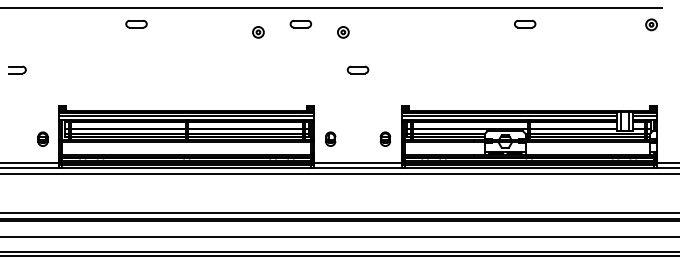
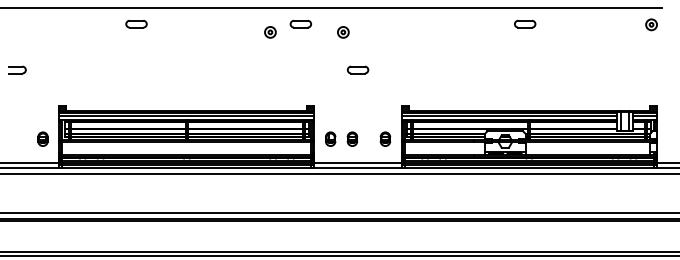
part at (258, 32) position: (258, 32) -> (270, 32)
part at (352, 138): none -> present
line at (339, 236): present -> none
